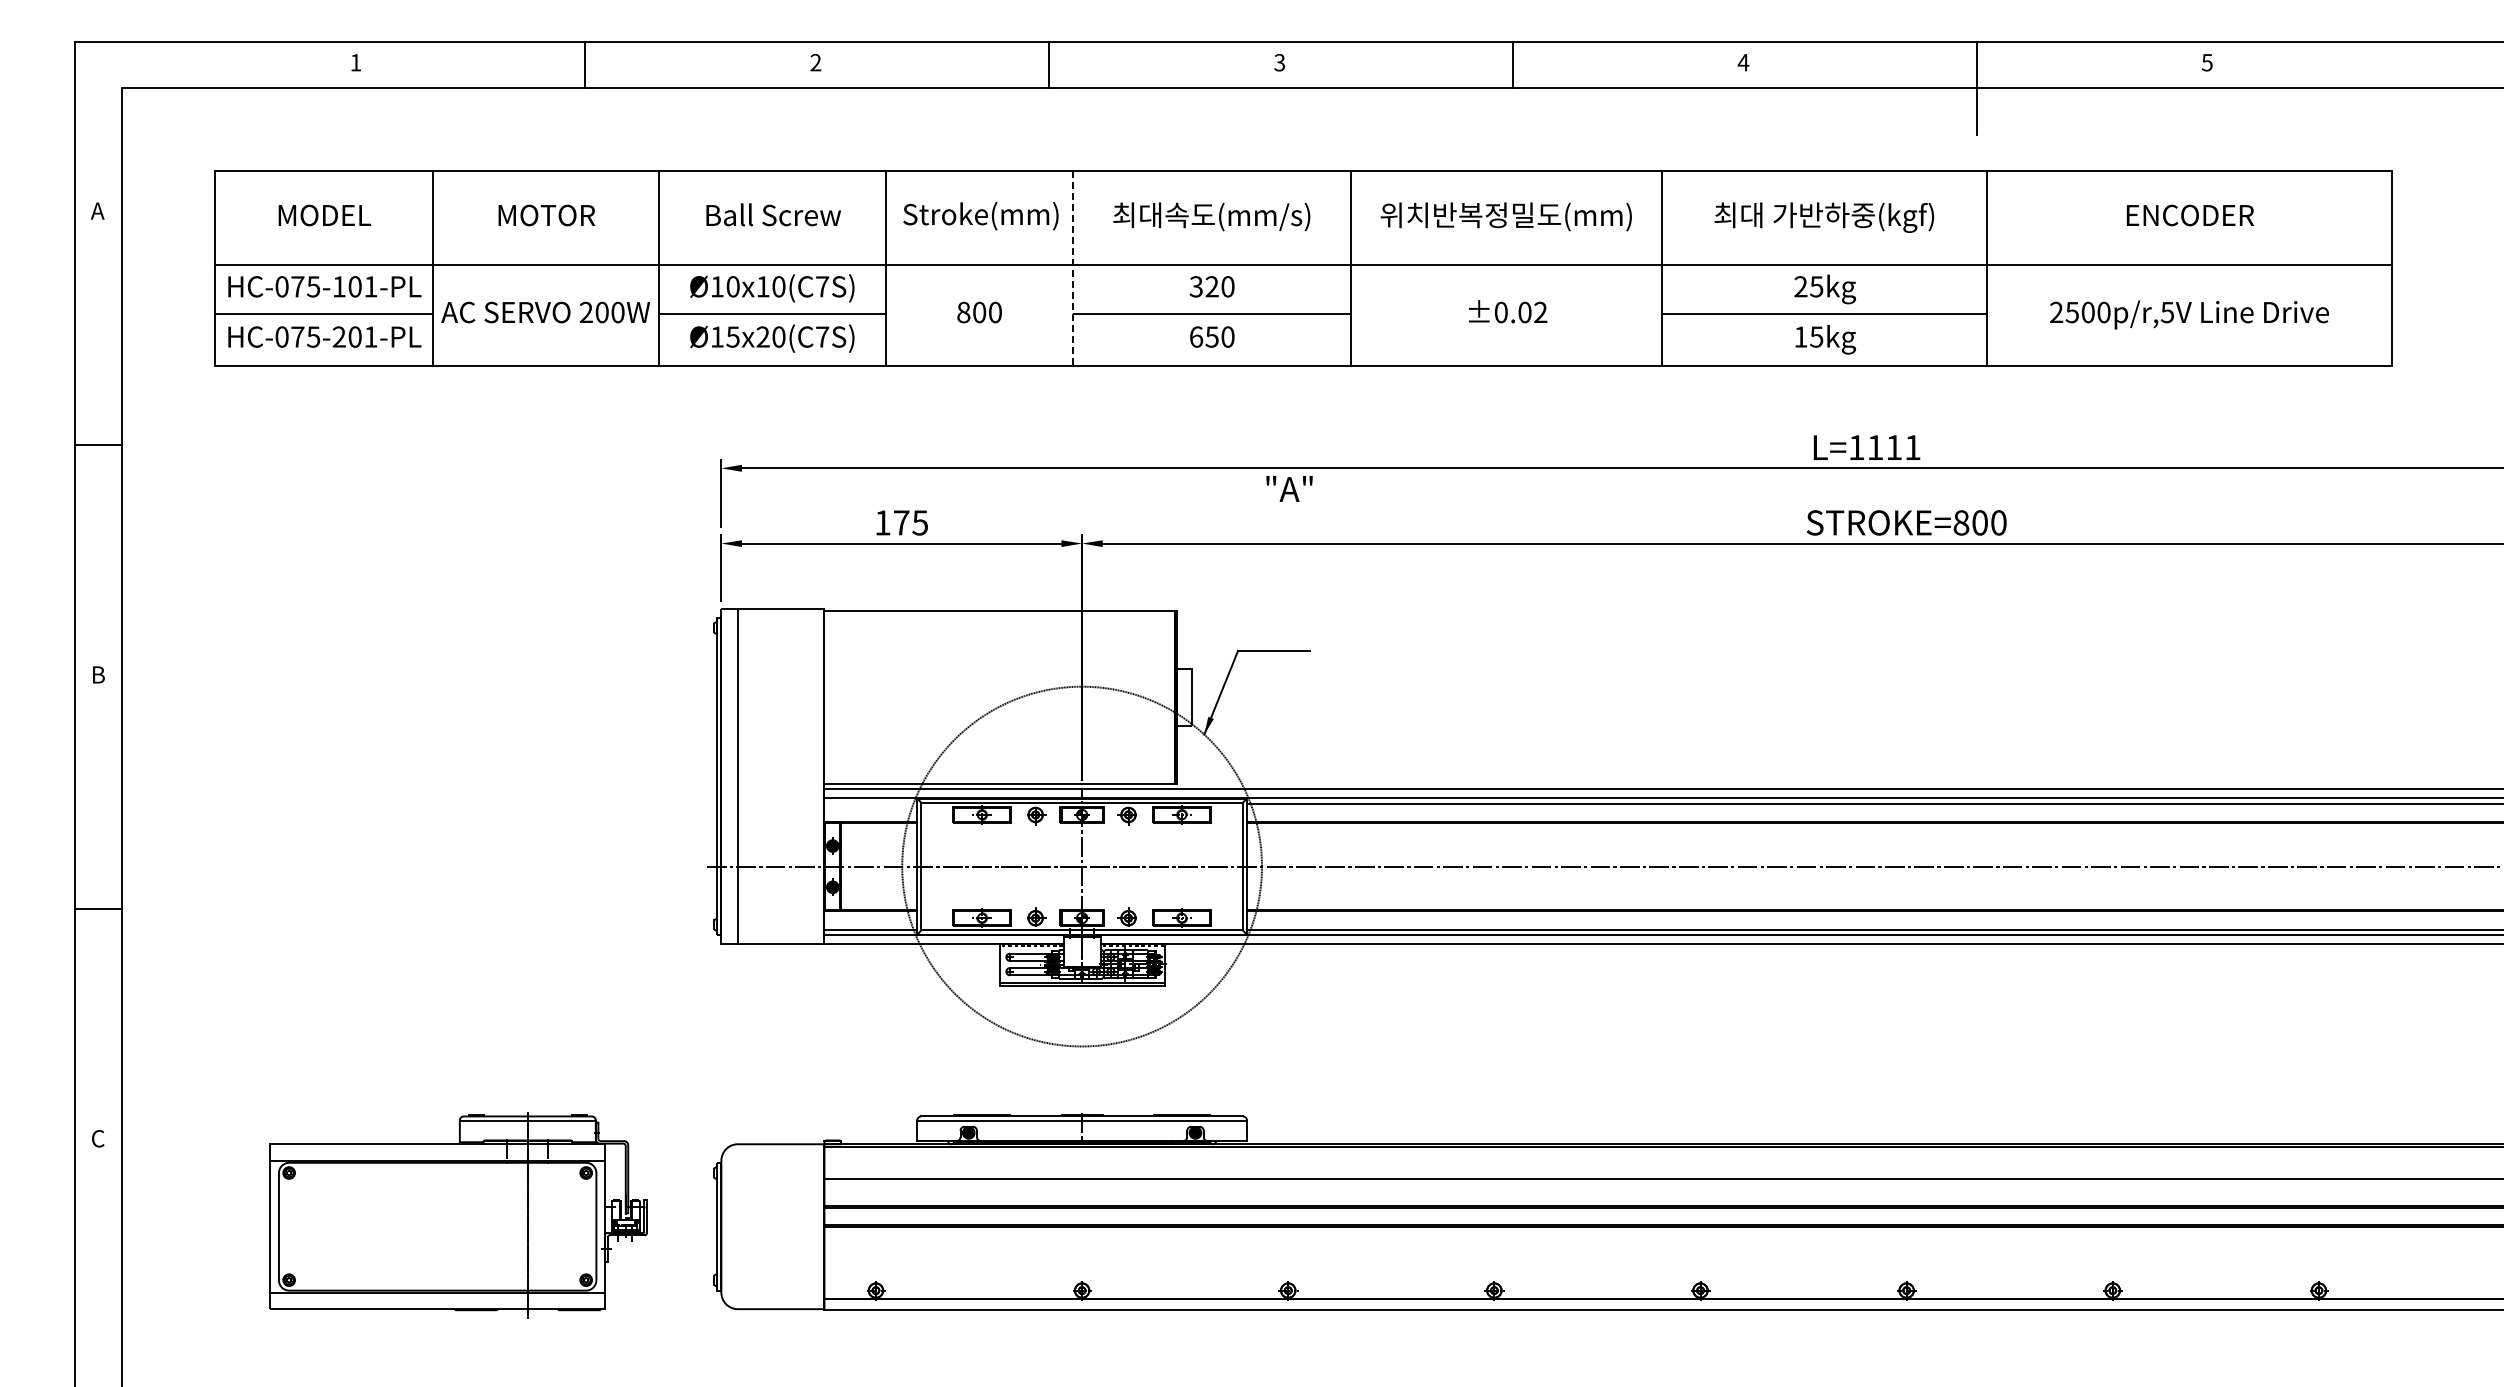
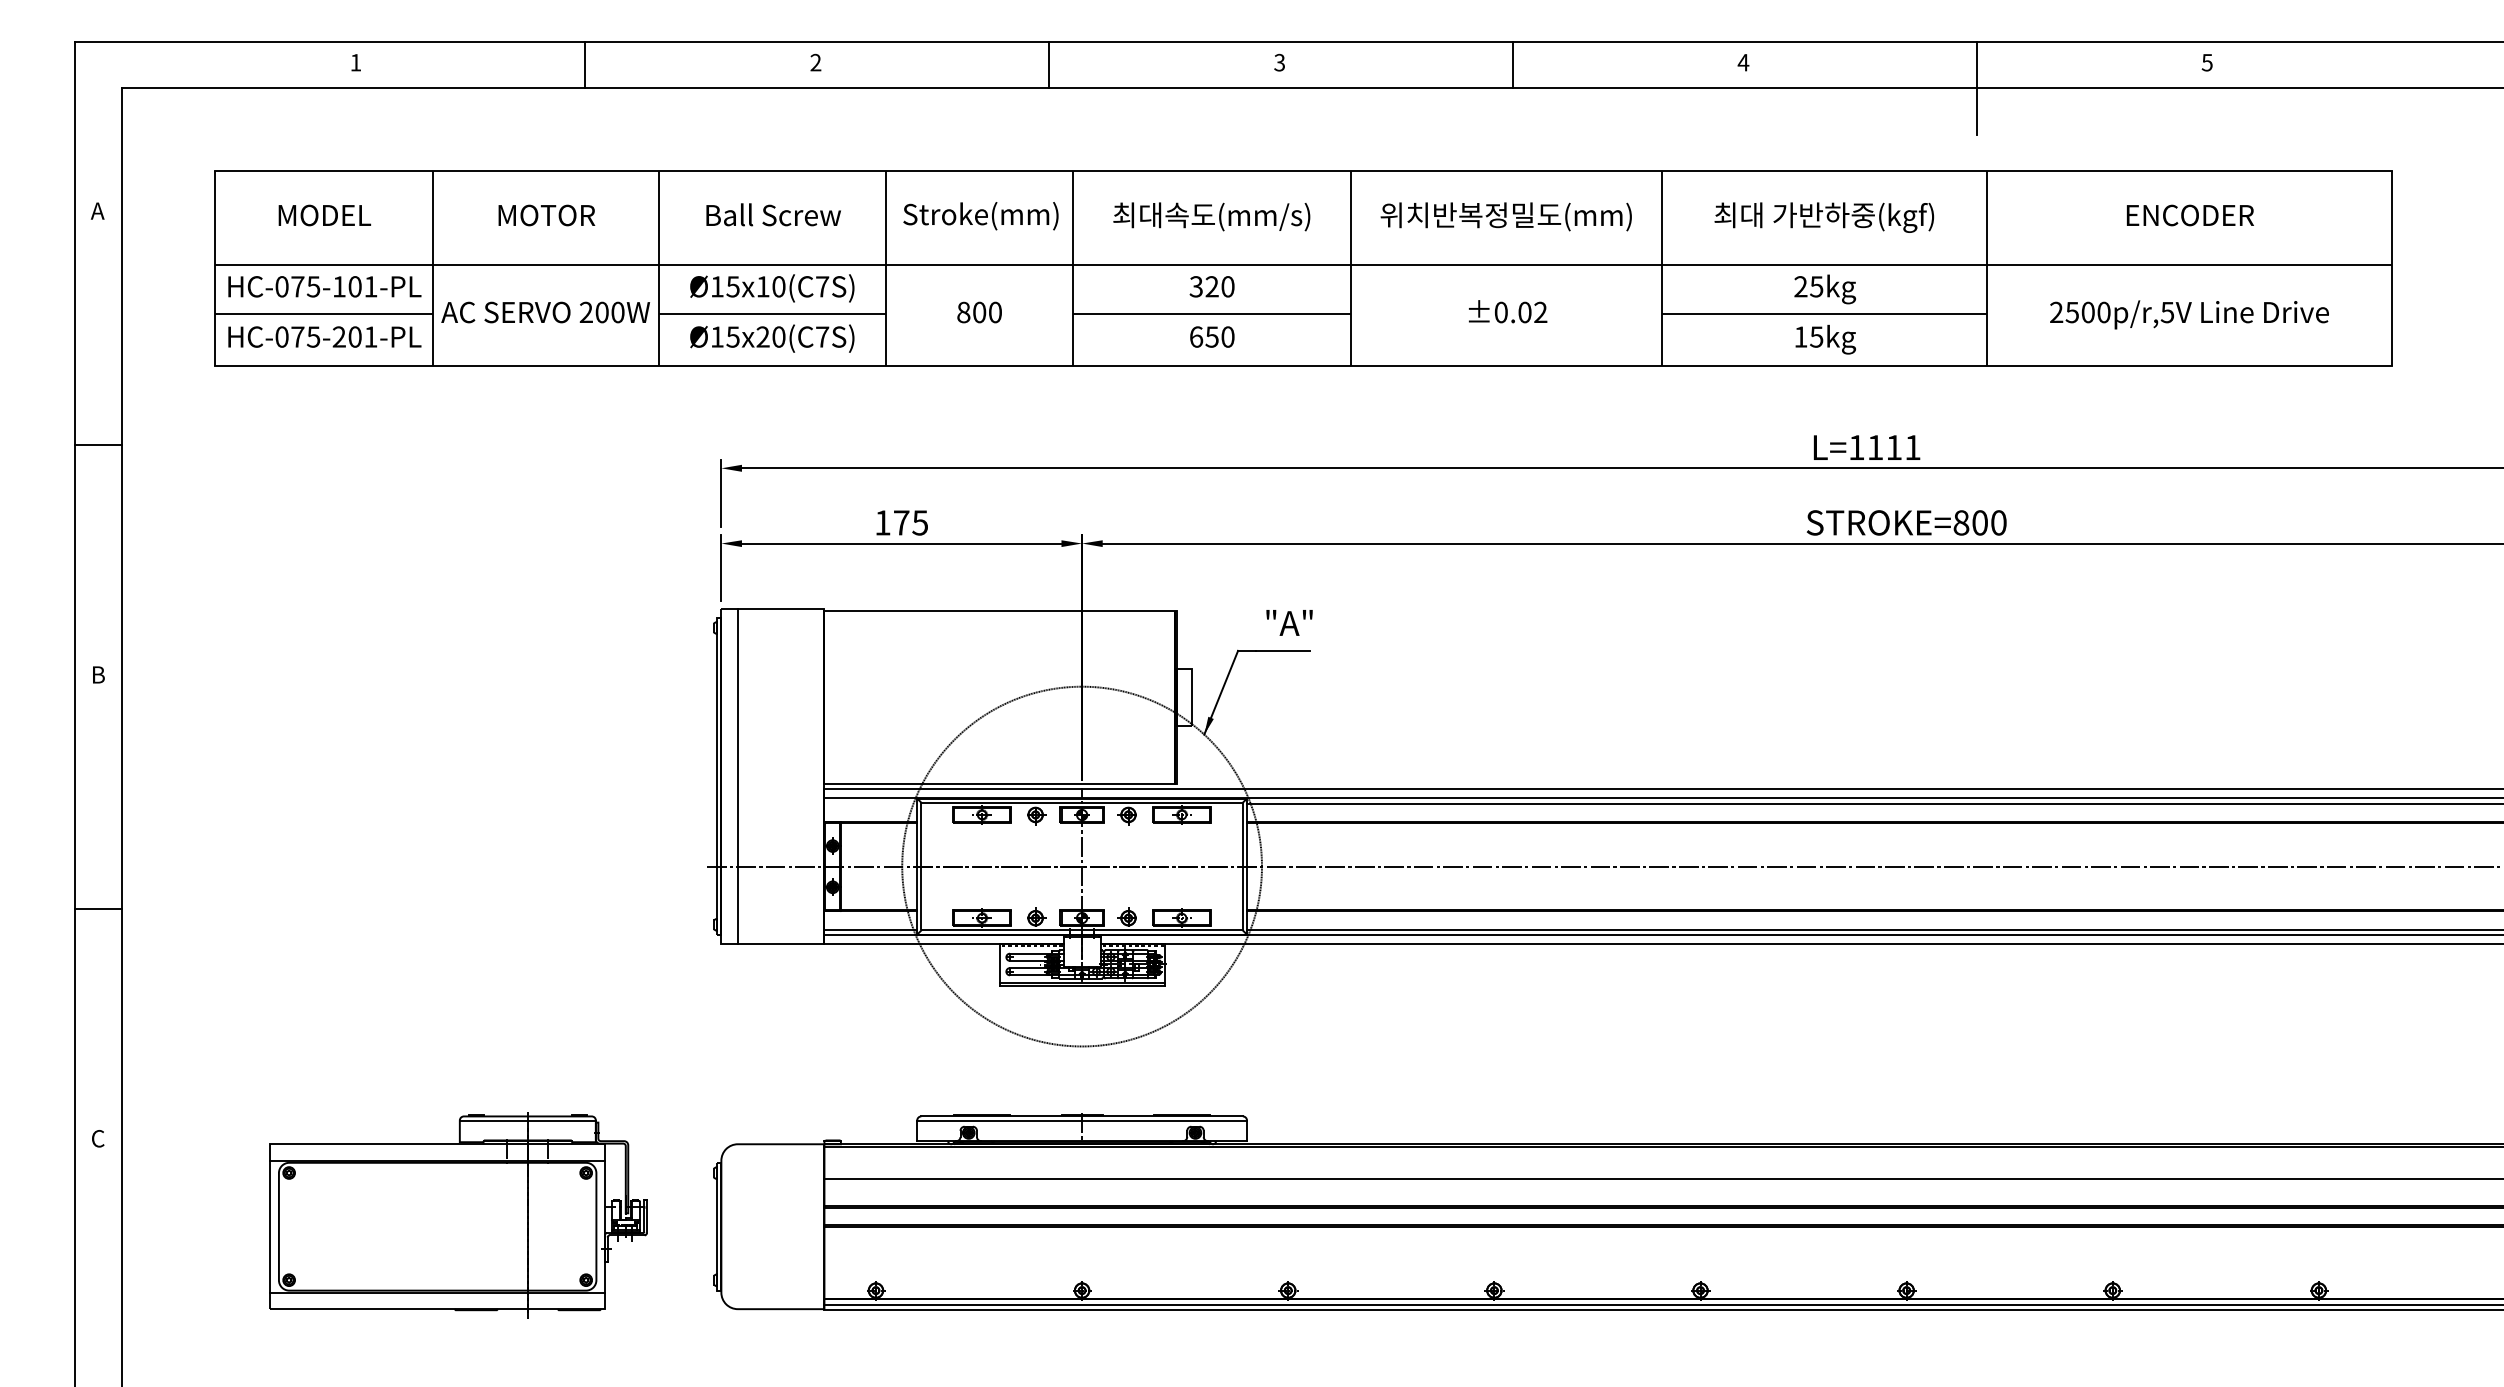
line at (1073, 269): dashed -> solid
text at (732, 286): Ø10x10(C7S) -> Ø15x10(C7S)
text at (1289, 488) position: (1289, 488) -> (1289, 622)
line at (1662, 1305): none -> present
